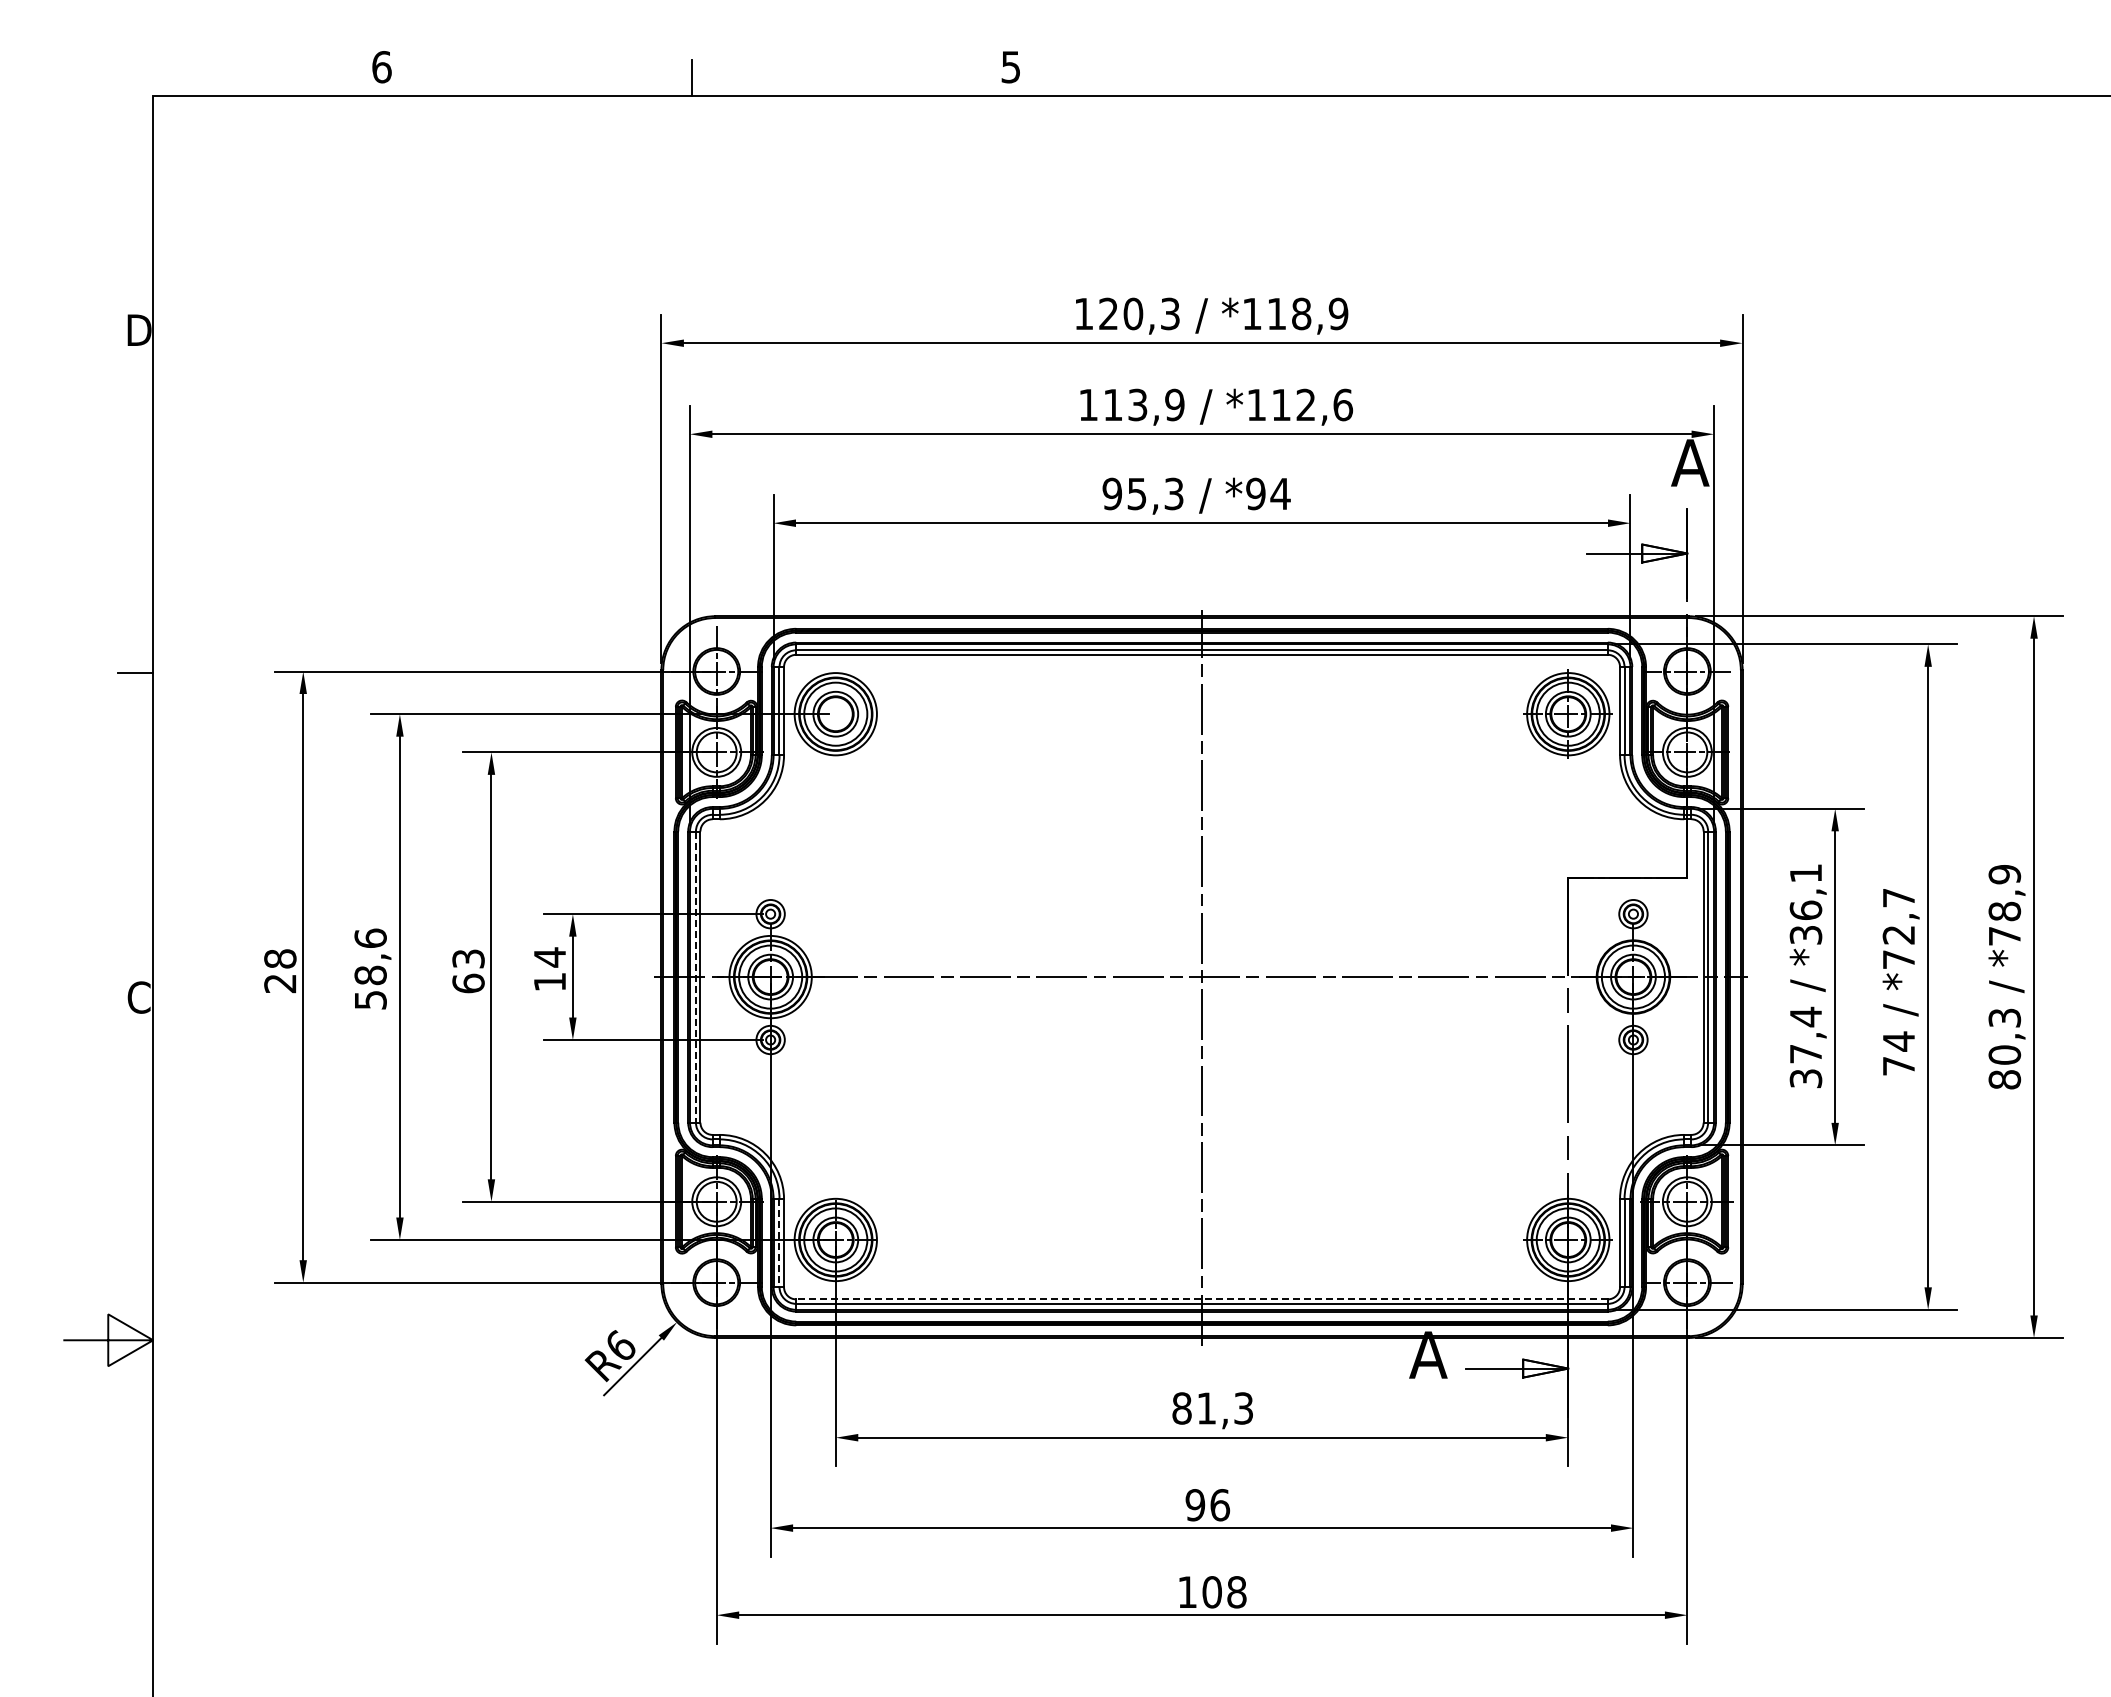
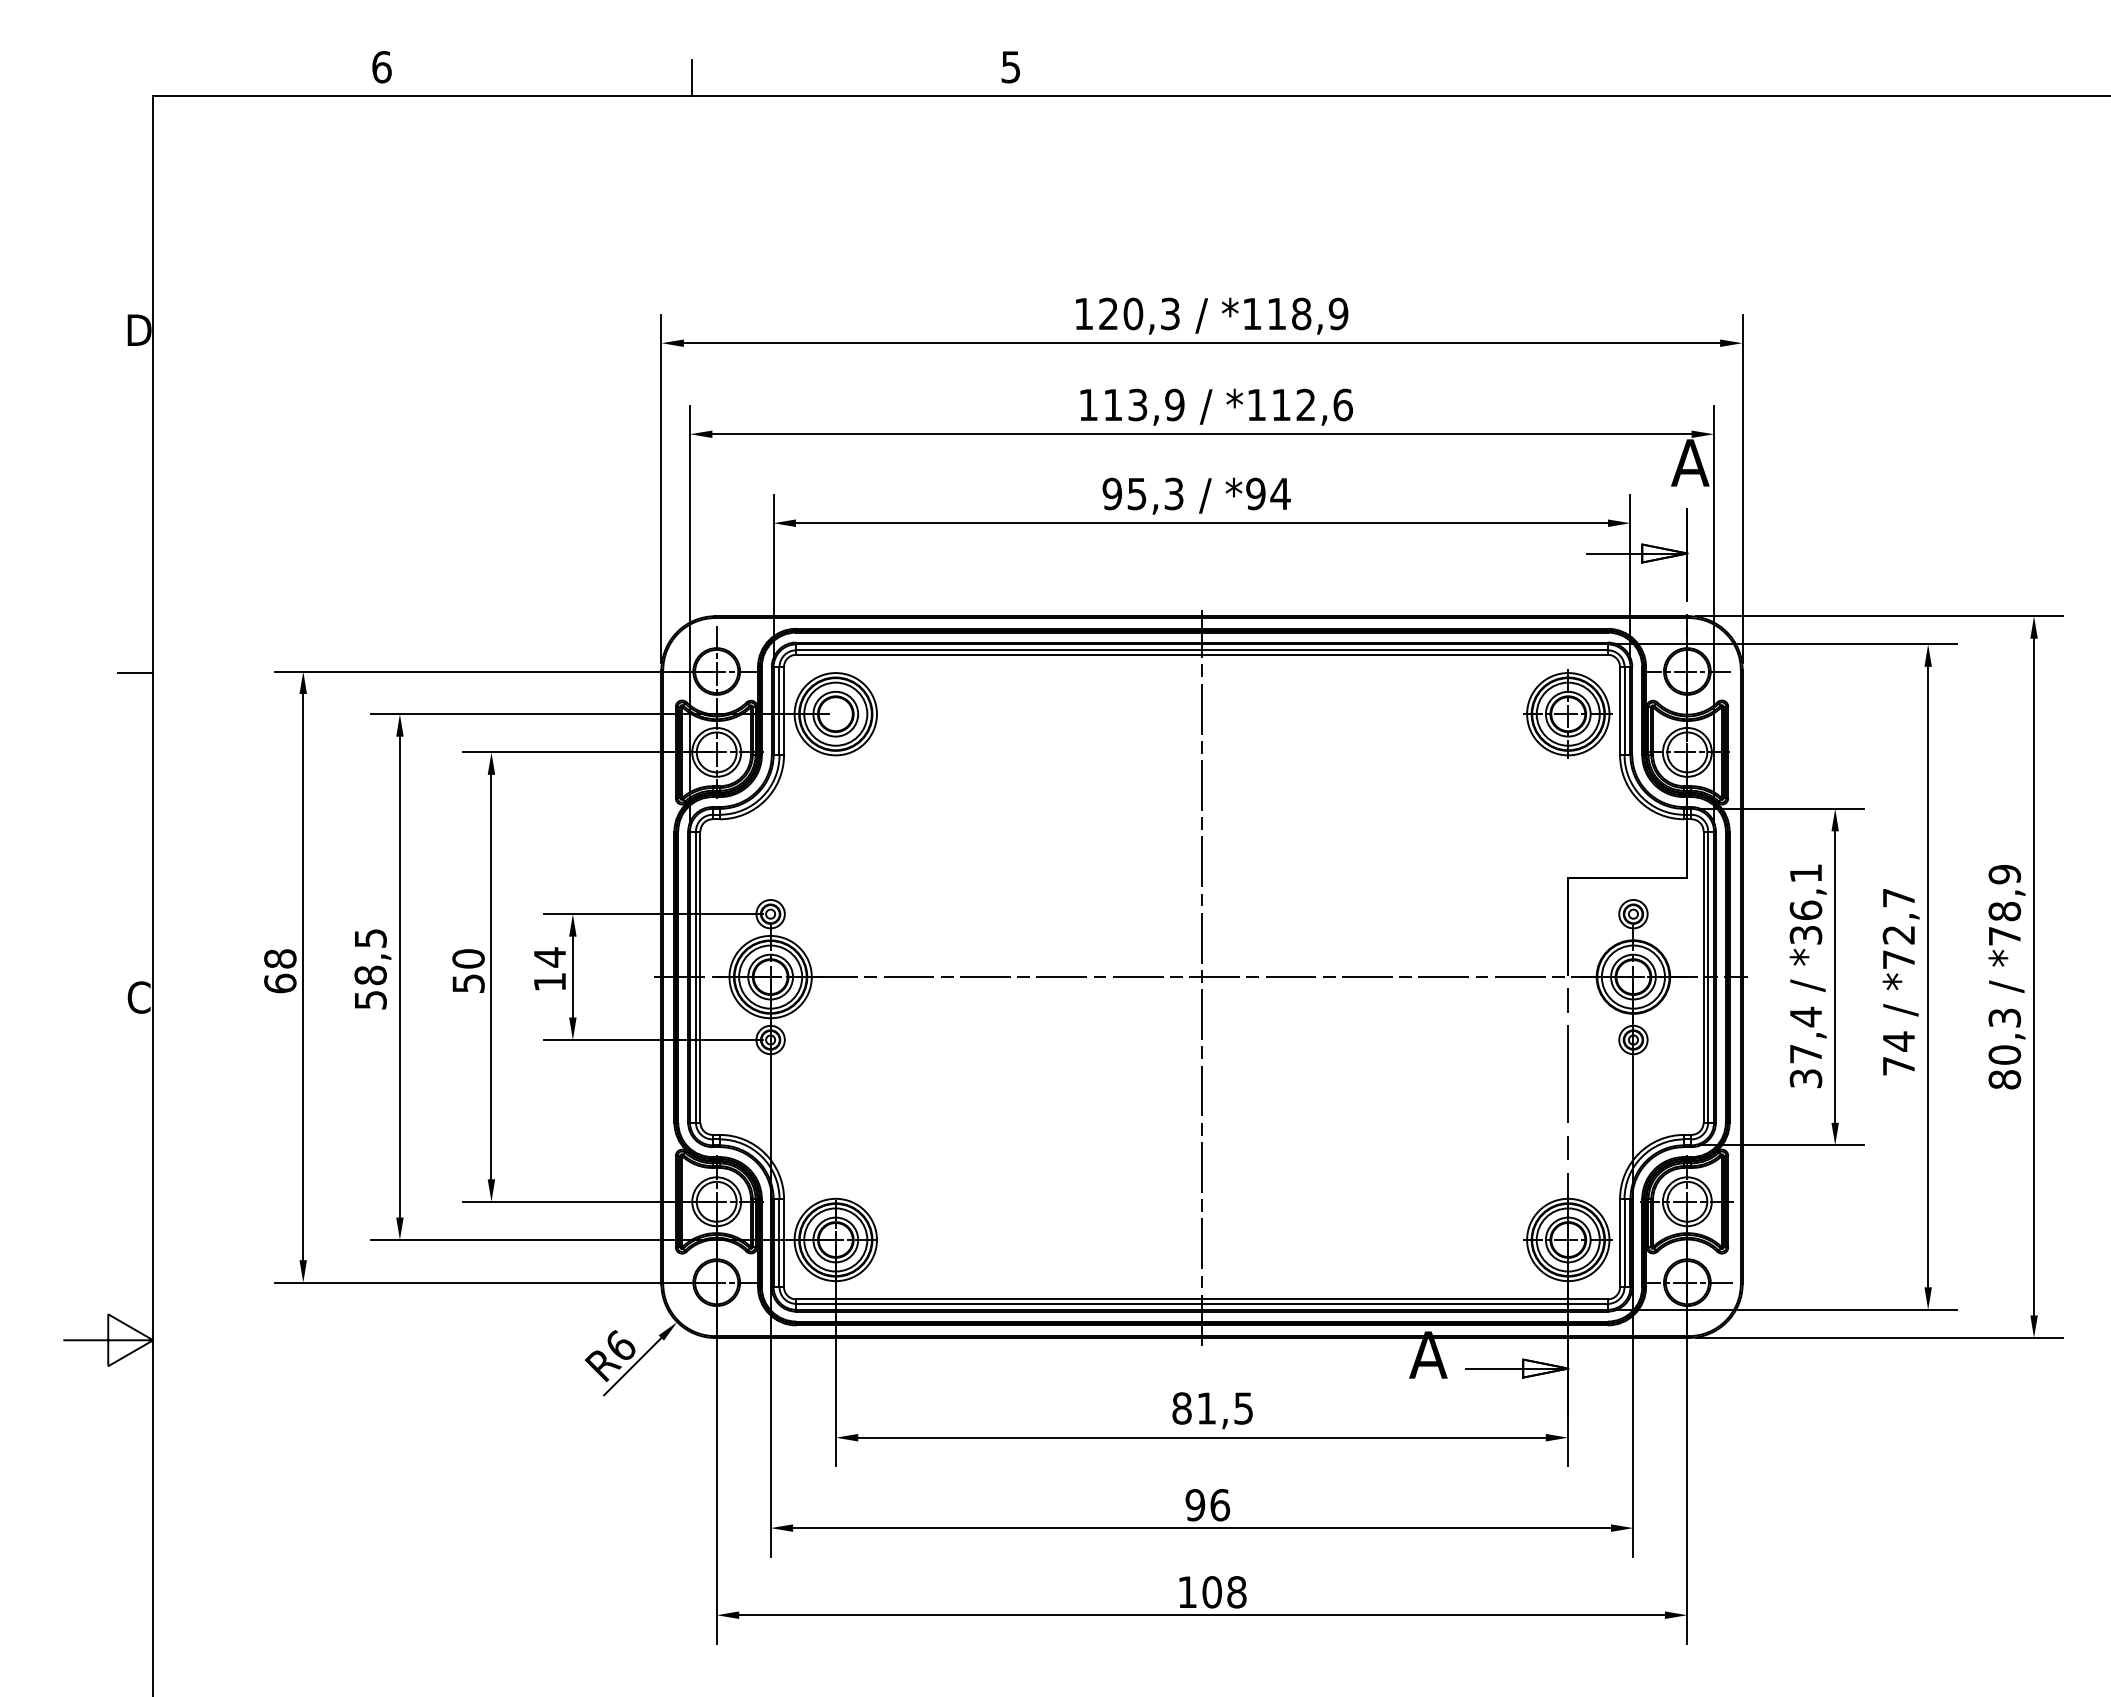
text at (370, 937): 58,6 -> 58,5
text at (468, 971): 63 -> 50
line at (695, 977): dashed -> solid
text at (280, 983): 28 -> 68
line at (779, 1243): dashed -> solid
line at (1202, 1299): dashed -> solid
text at (1243, 1408): 81,3 -> 81,5
